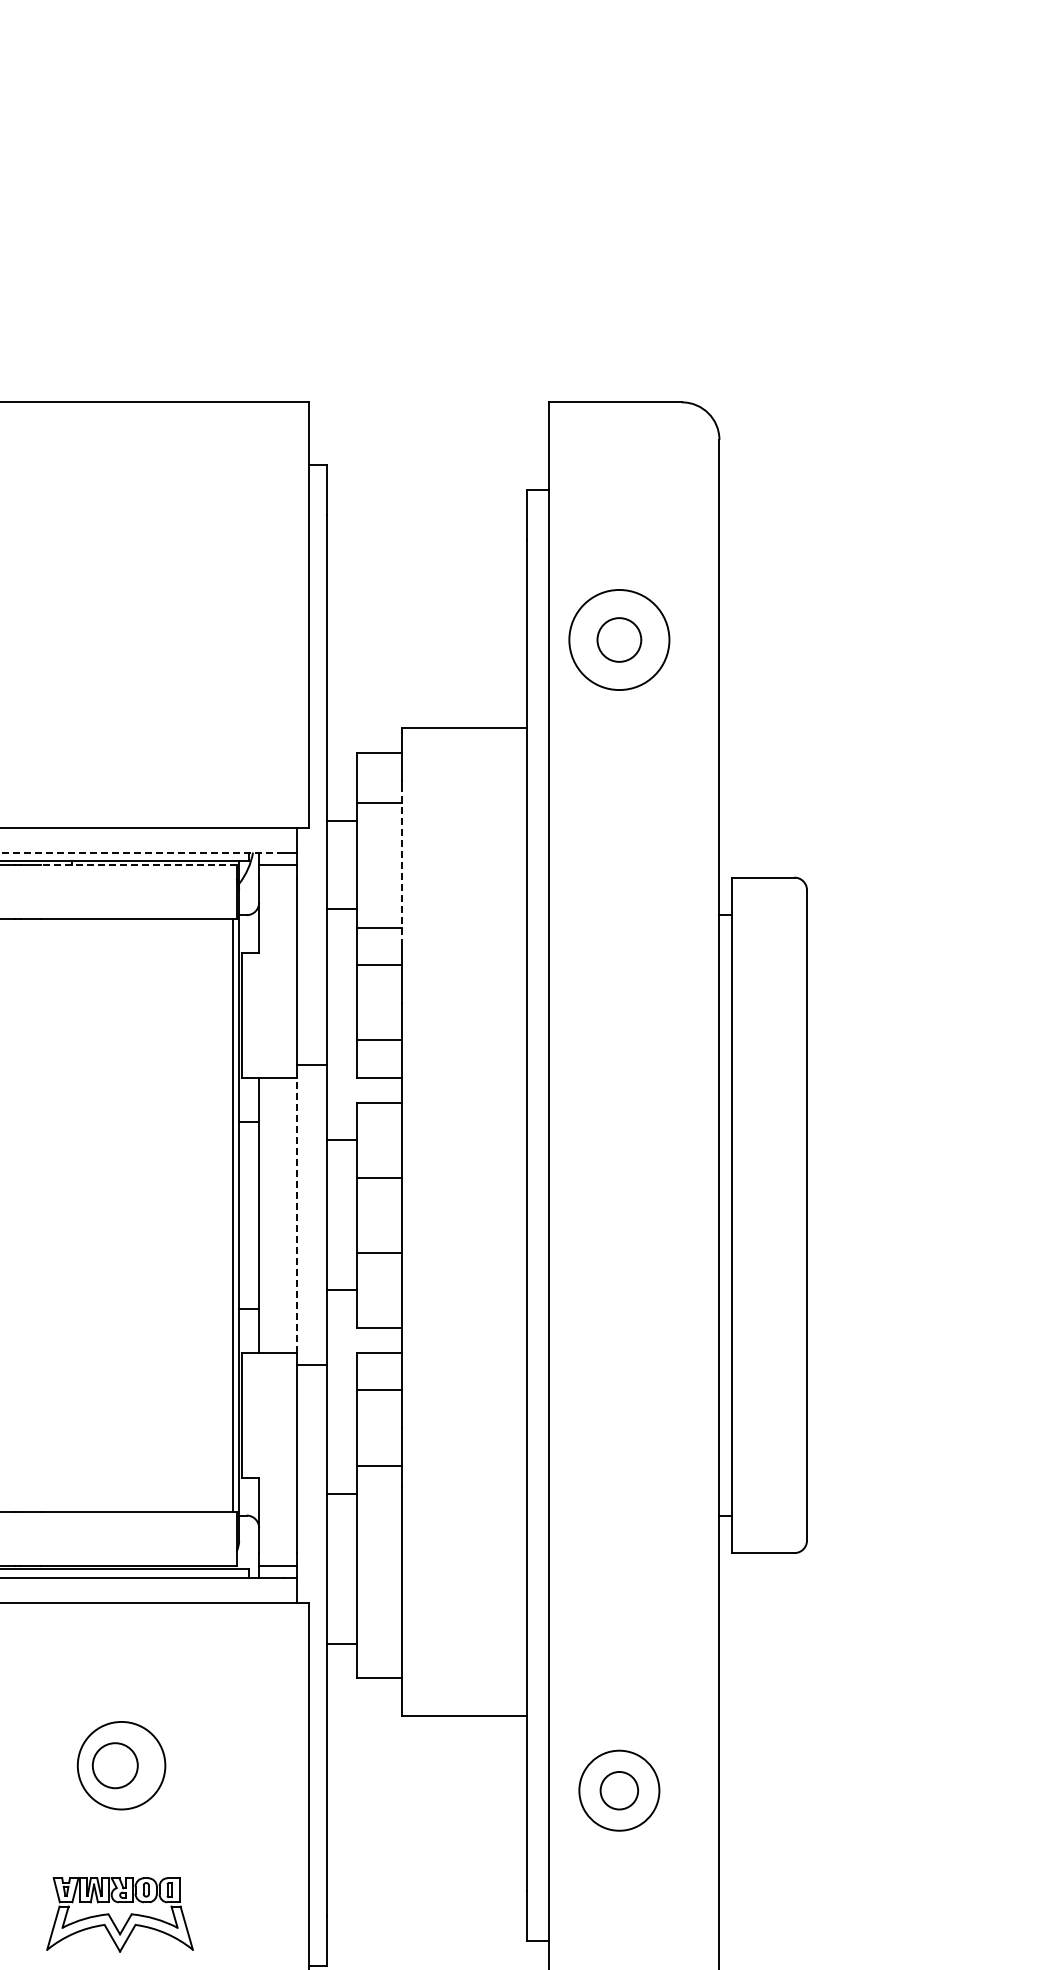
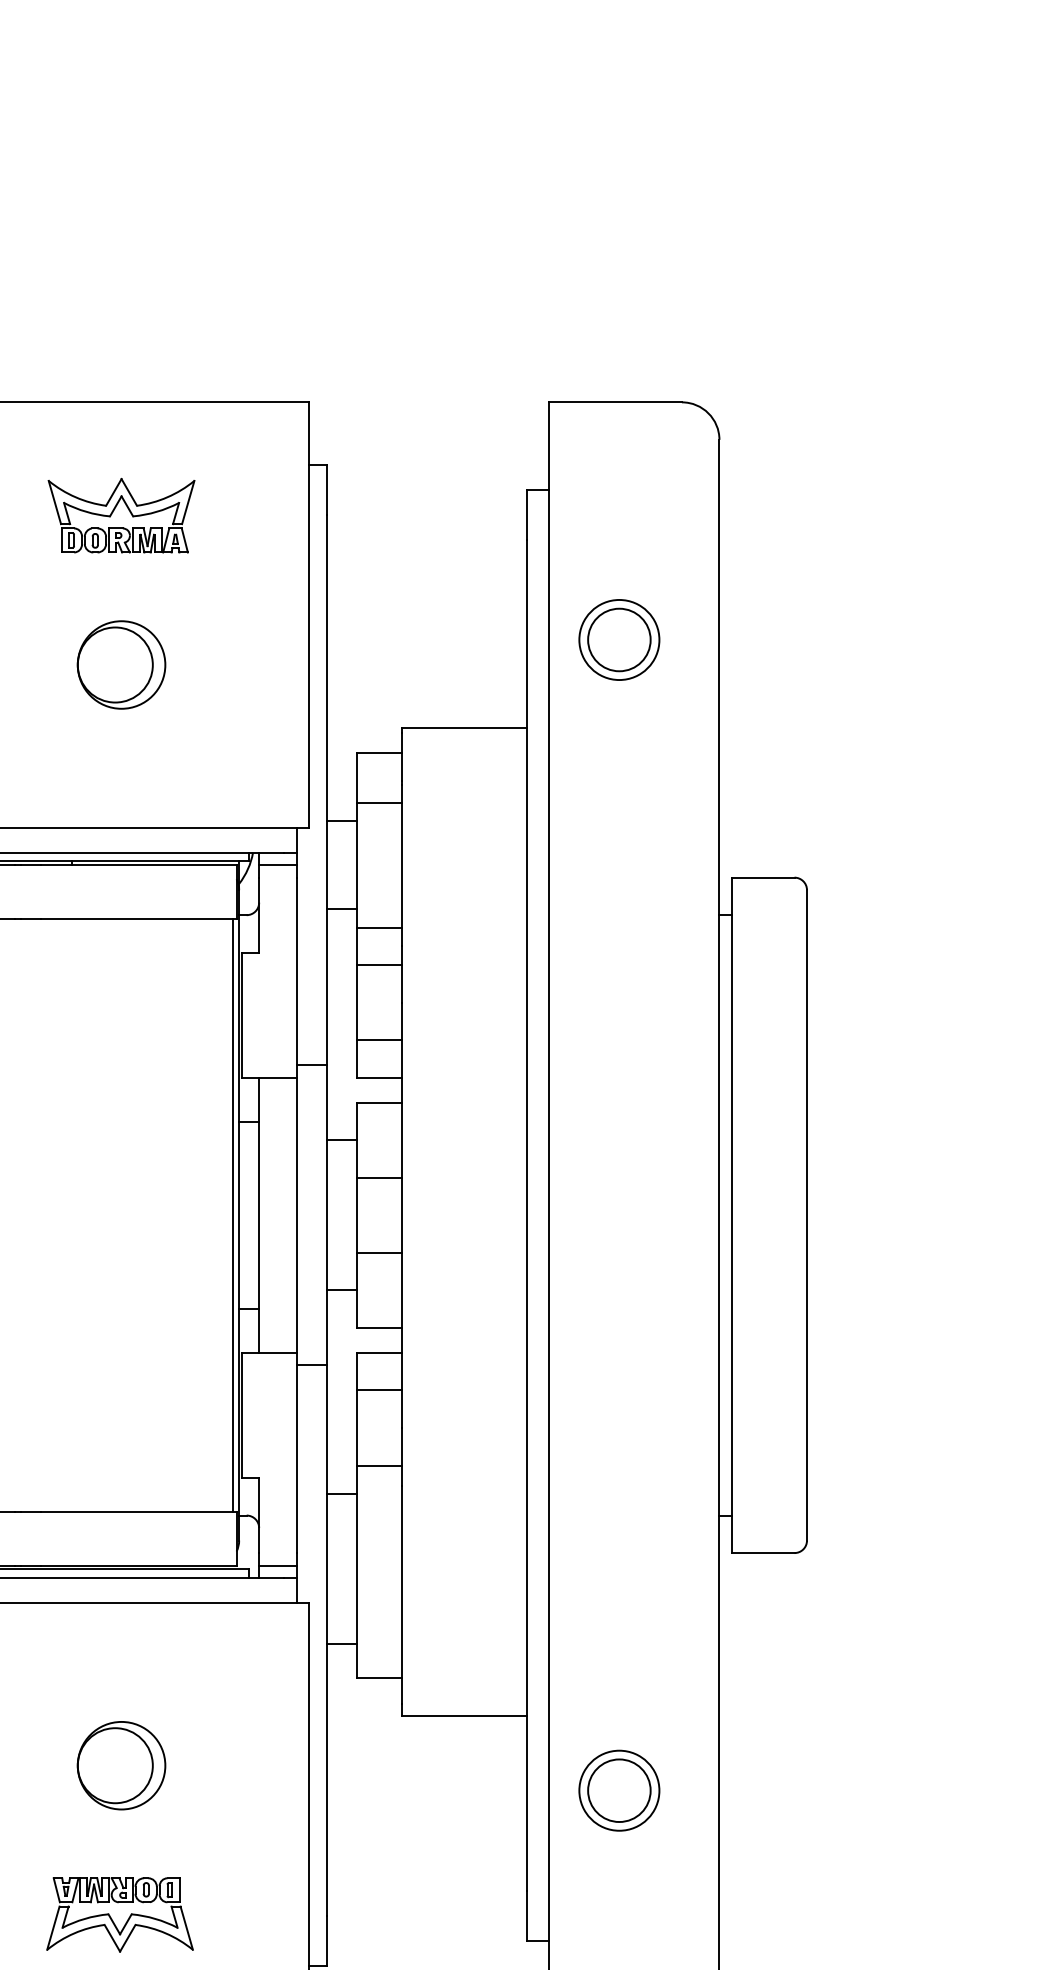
part at (115, 509): none -> present
circle at (619, 639) diameter: 100 px -> 80 px
circle at (619, 639) diameter: 44 px -> 63 px
part at (121, 664): none -> present
line at (142, 852): dashed -> solid
line at (138, 865): dashed -> solid
line at (401, 866): dashed -> solid
line at (296, 1215): dashed -> solid
circle at (114, 1765) diameter: 45 px -> 75 px
circle at (619, 1790) diameter: 38 px -> 63 px
